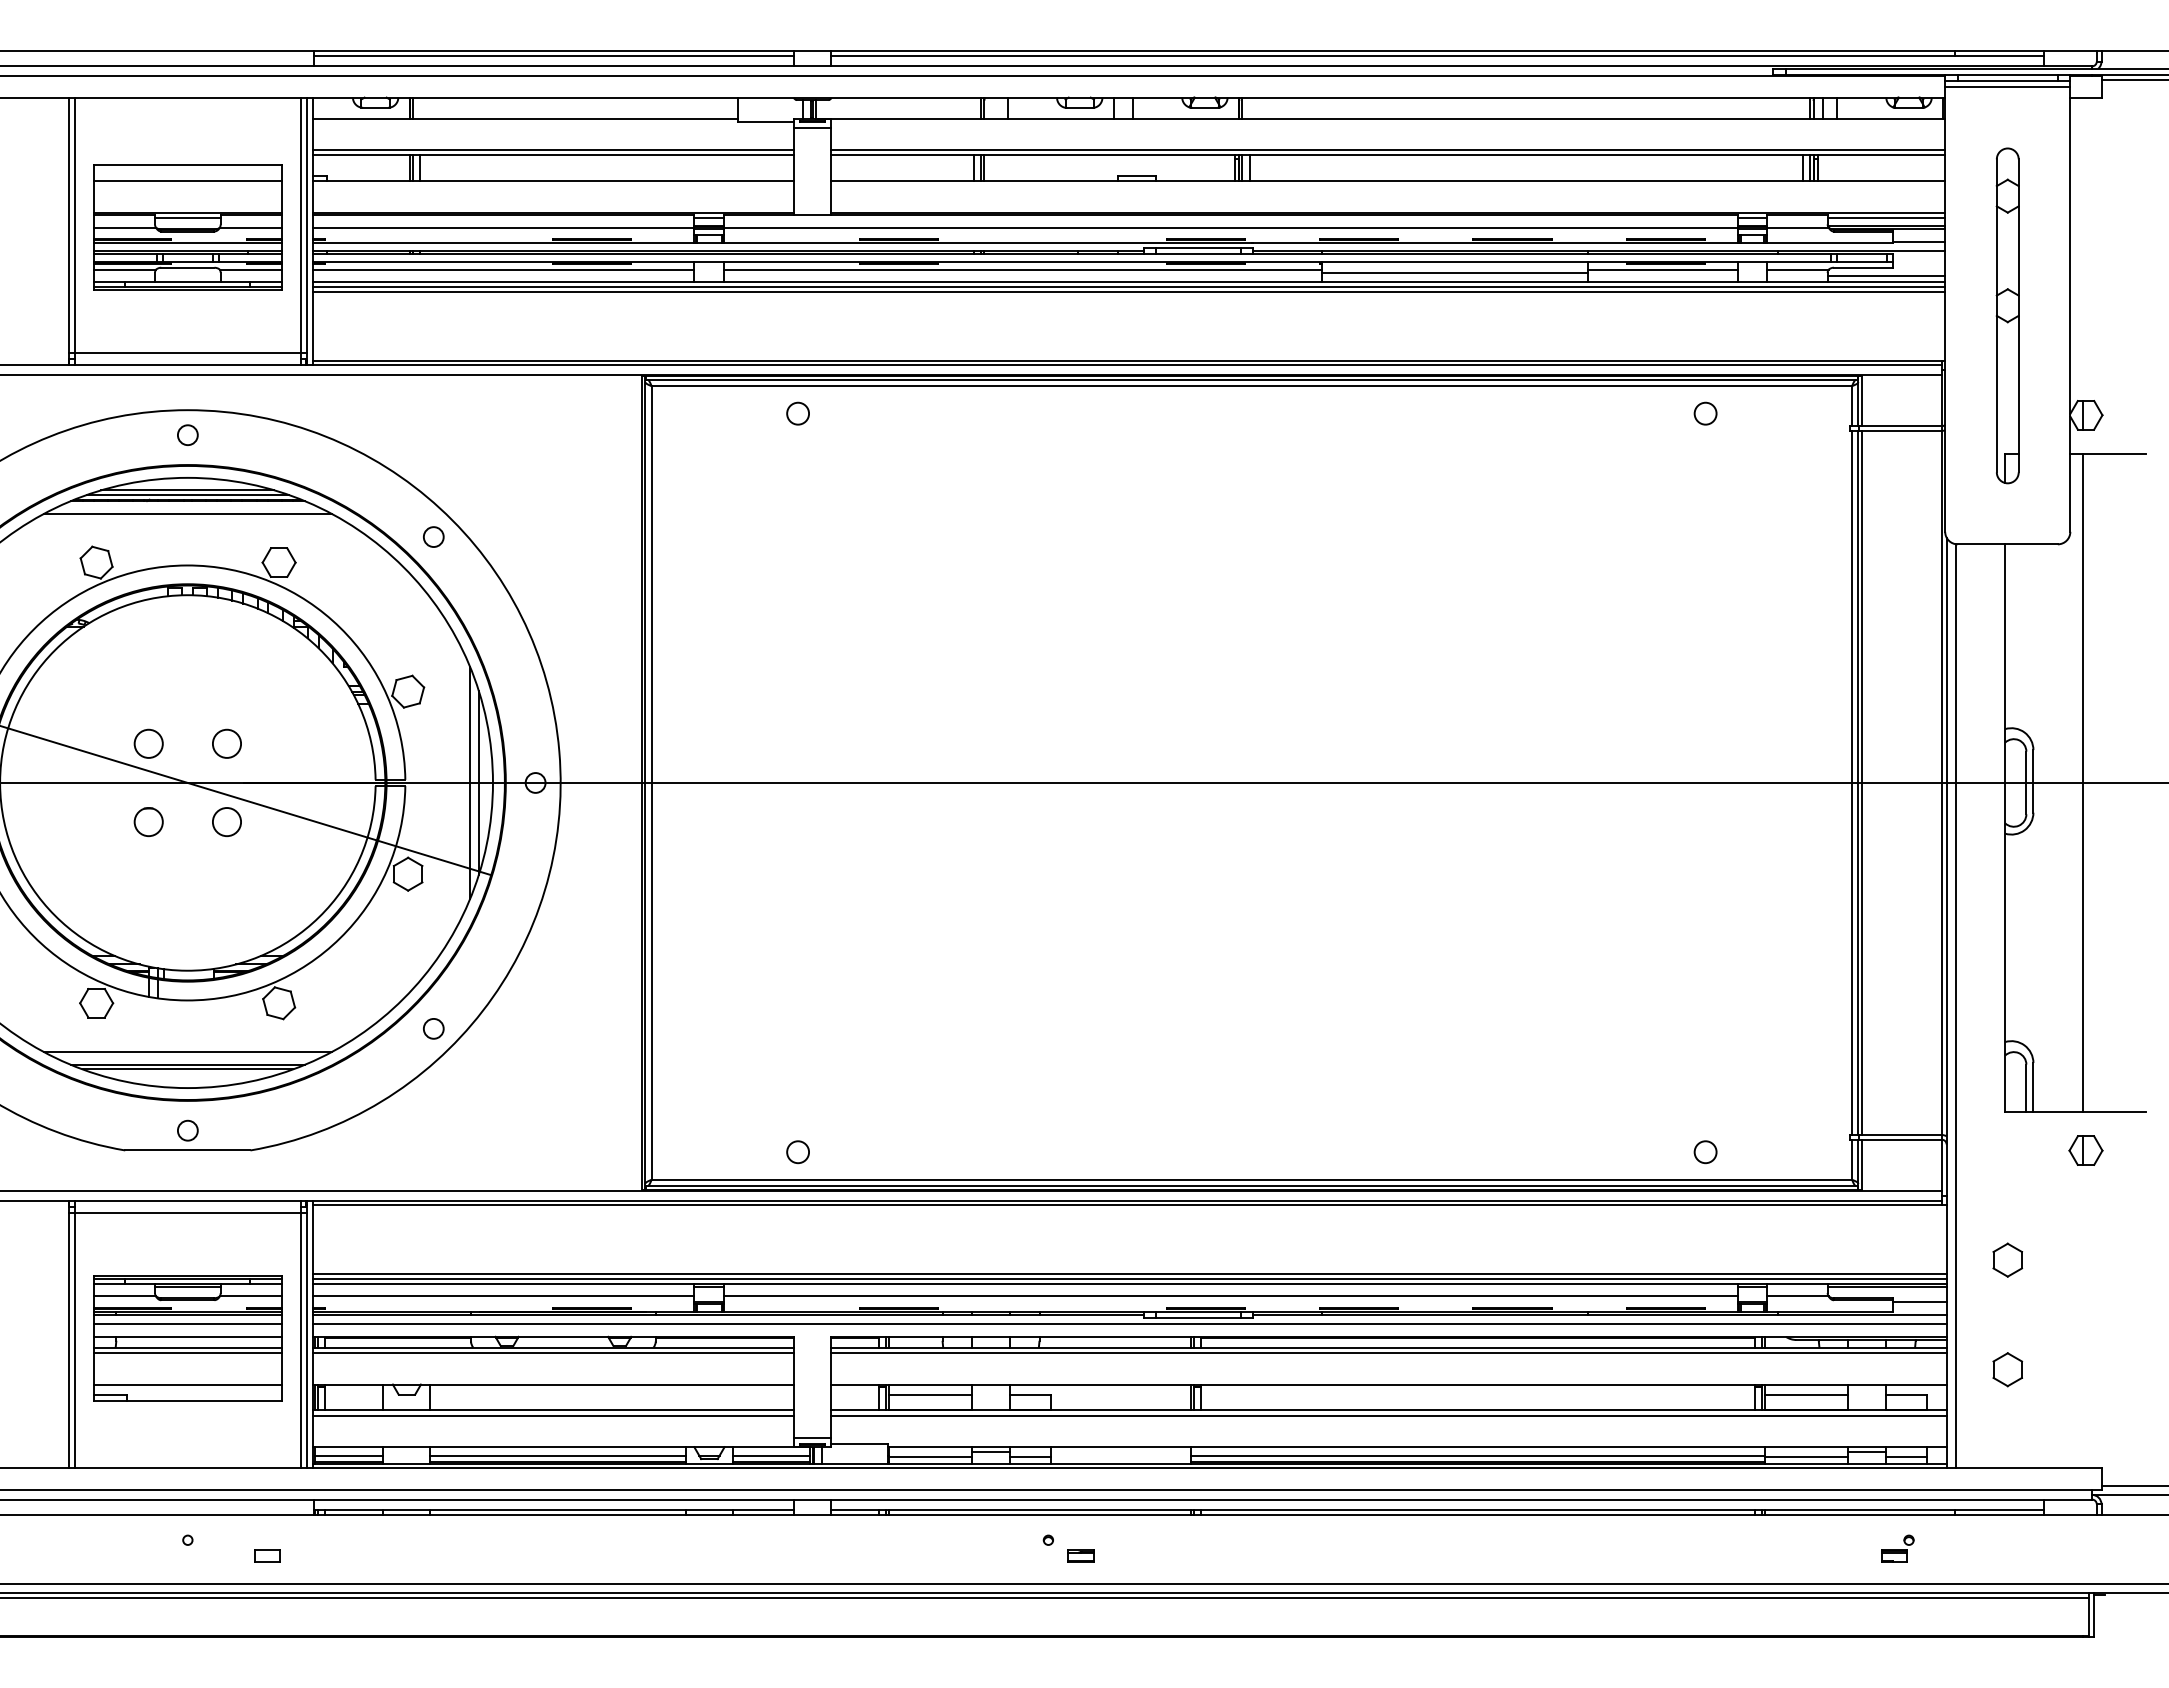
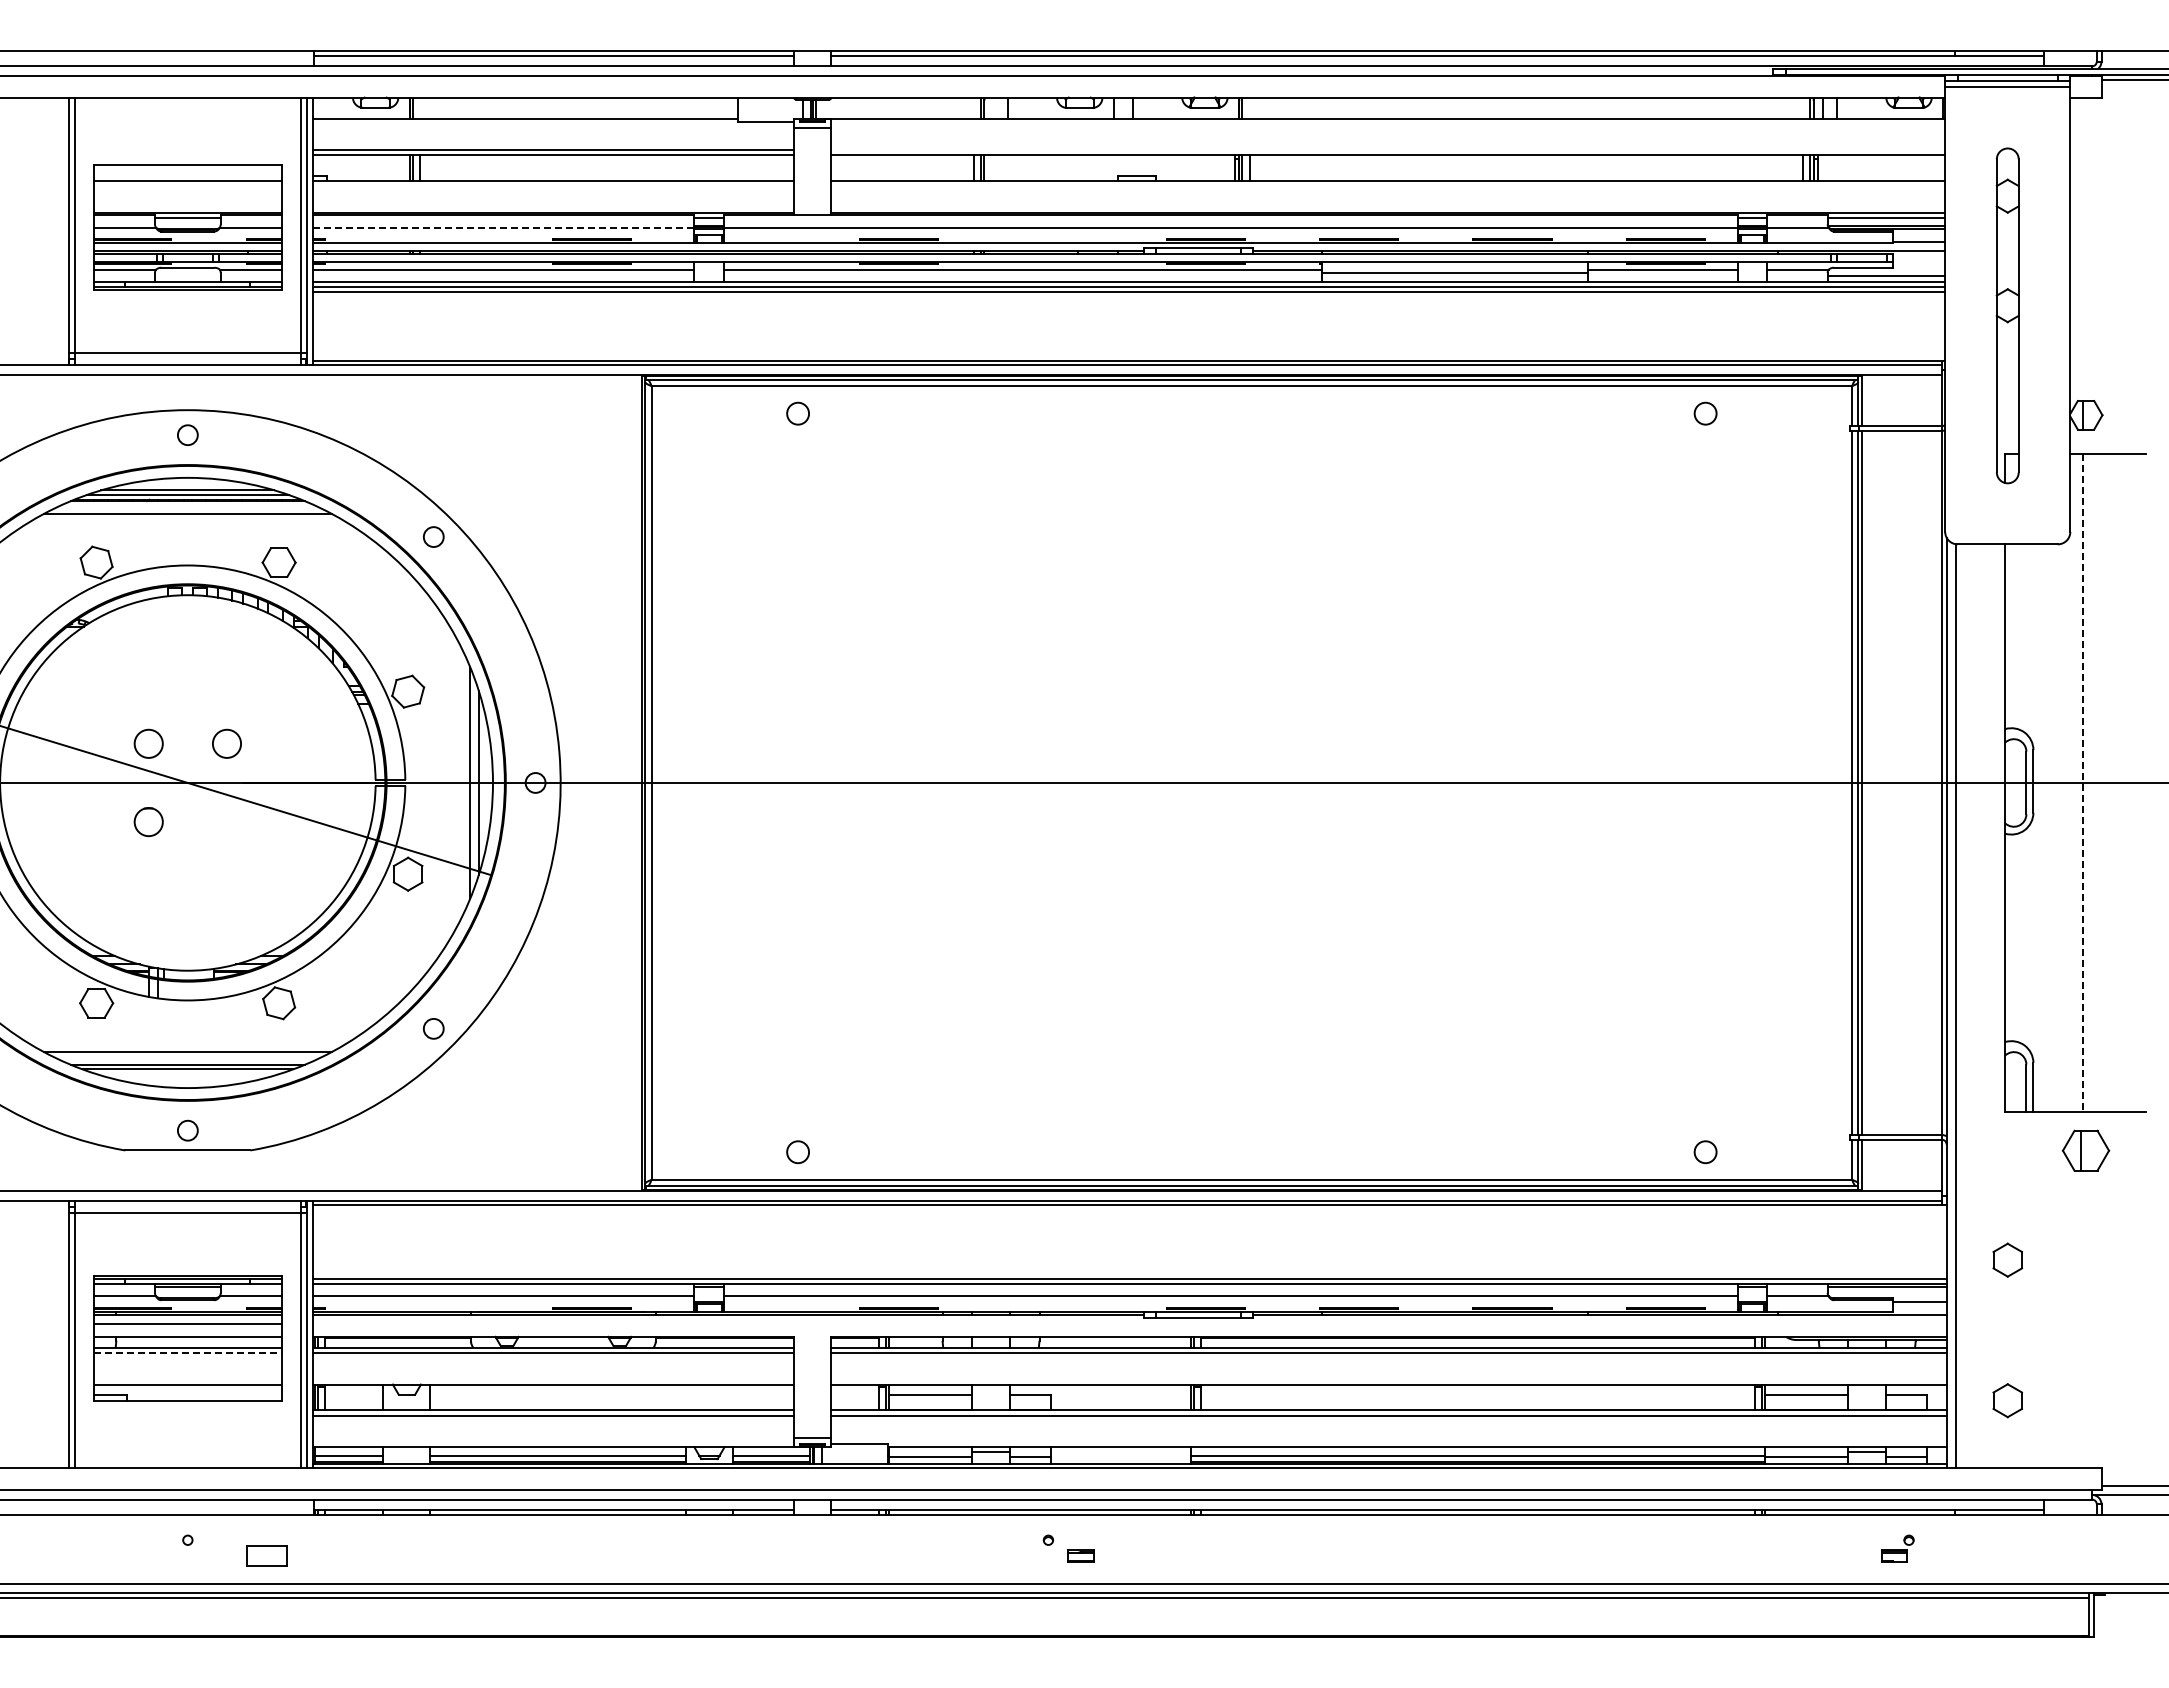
line at (1388, 150): present -> none
line at (503, 227): solid -> dashed
line at (2082, 782): solid -> dashed
circle at (226, 821): present -> none
part at (2085, 1150) size: 36x31 px -> 50x43 px
line at (1129, 1274): present -> none
line at (1129, 1324): present -> none
line at (187, 1353): solid -> dashed
part at (2007, 1369) position: (2007, 1369) -> (2007, 1400)
part at (267, 1555) size: 27x14 px -> 42x22 px
